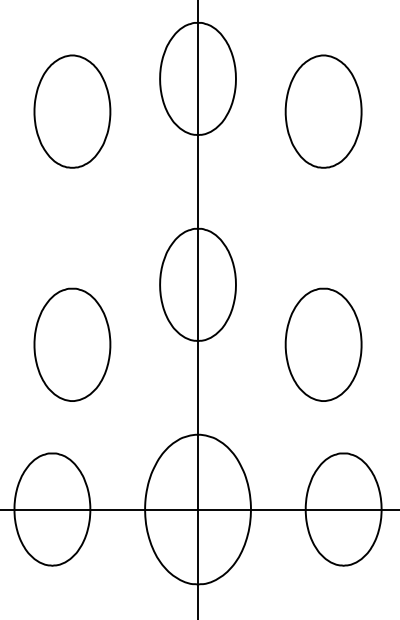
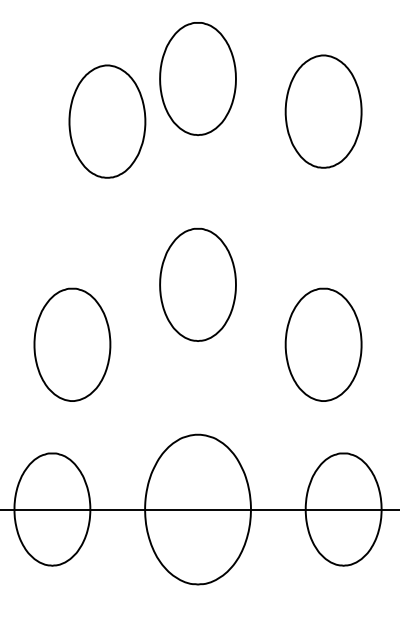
part at (72, 111) position: (72, 111) -> (107, 121)
line at (198, 309): present -> none
